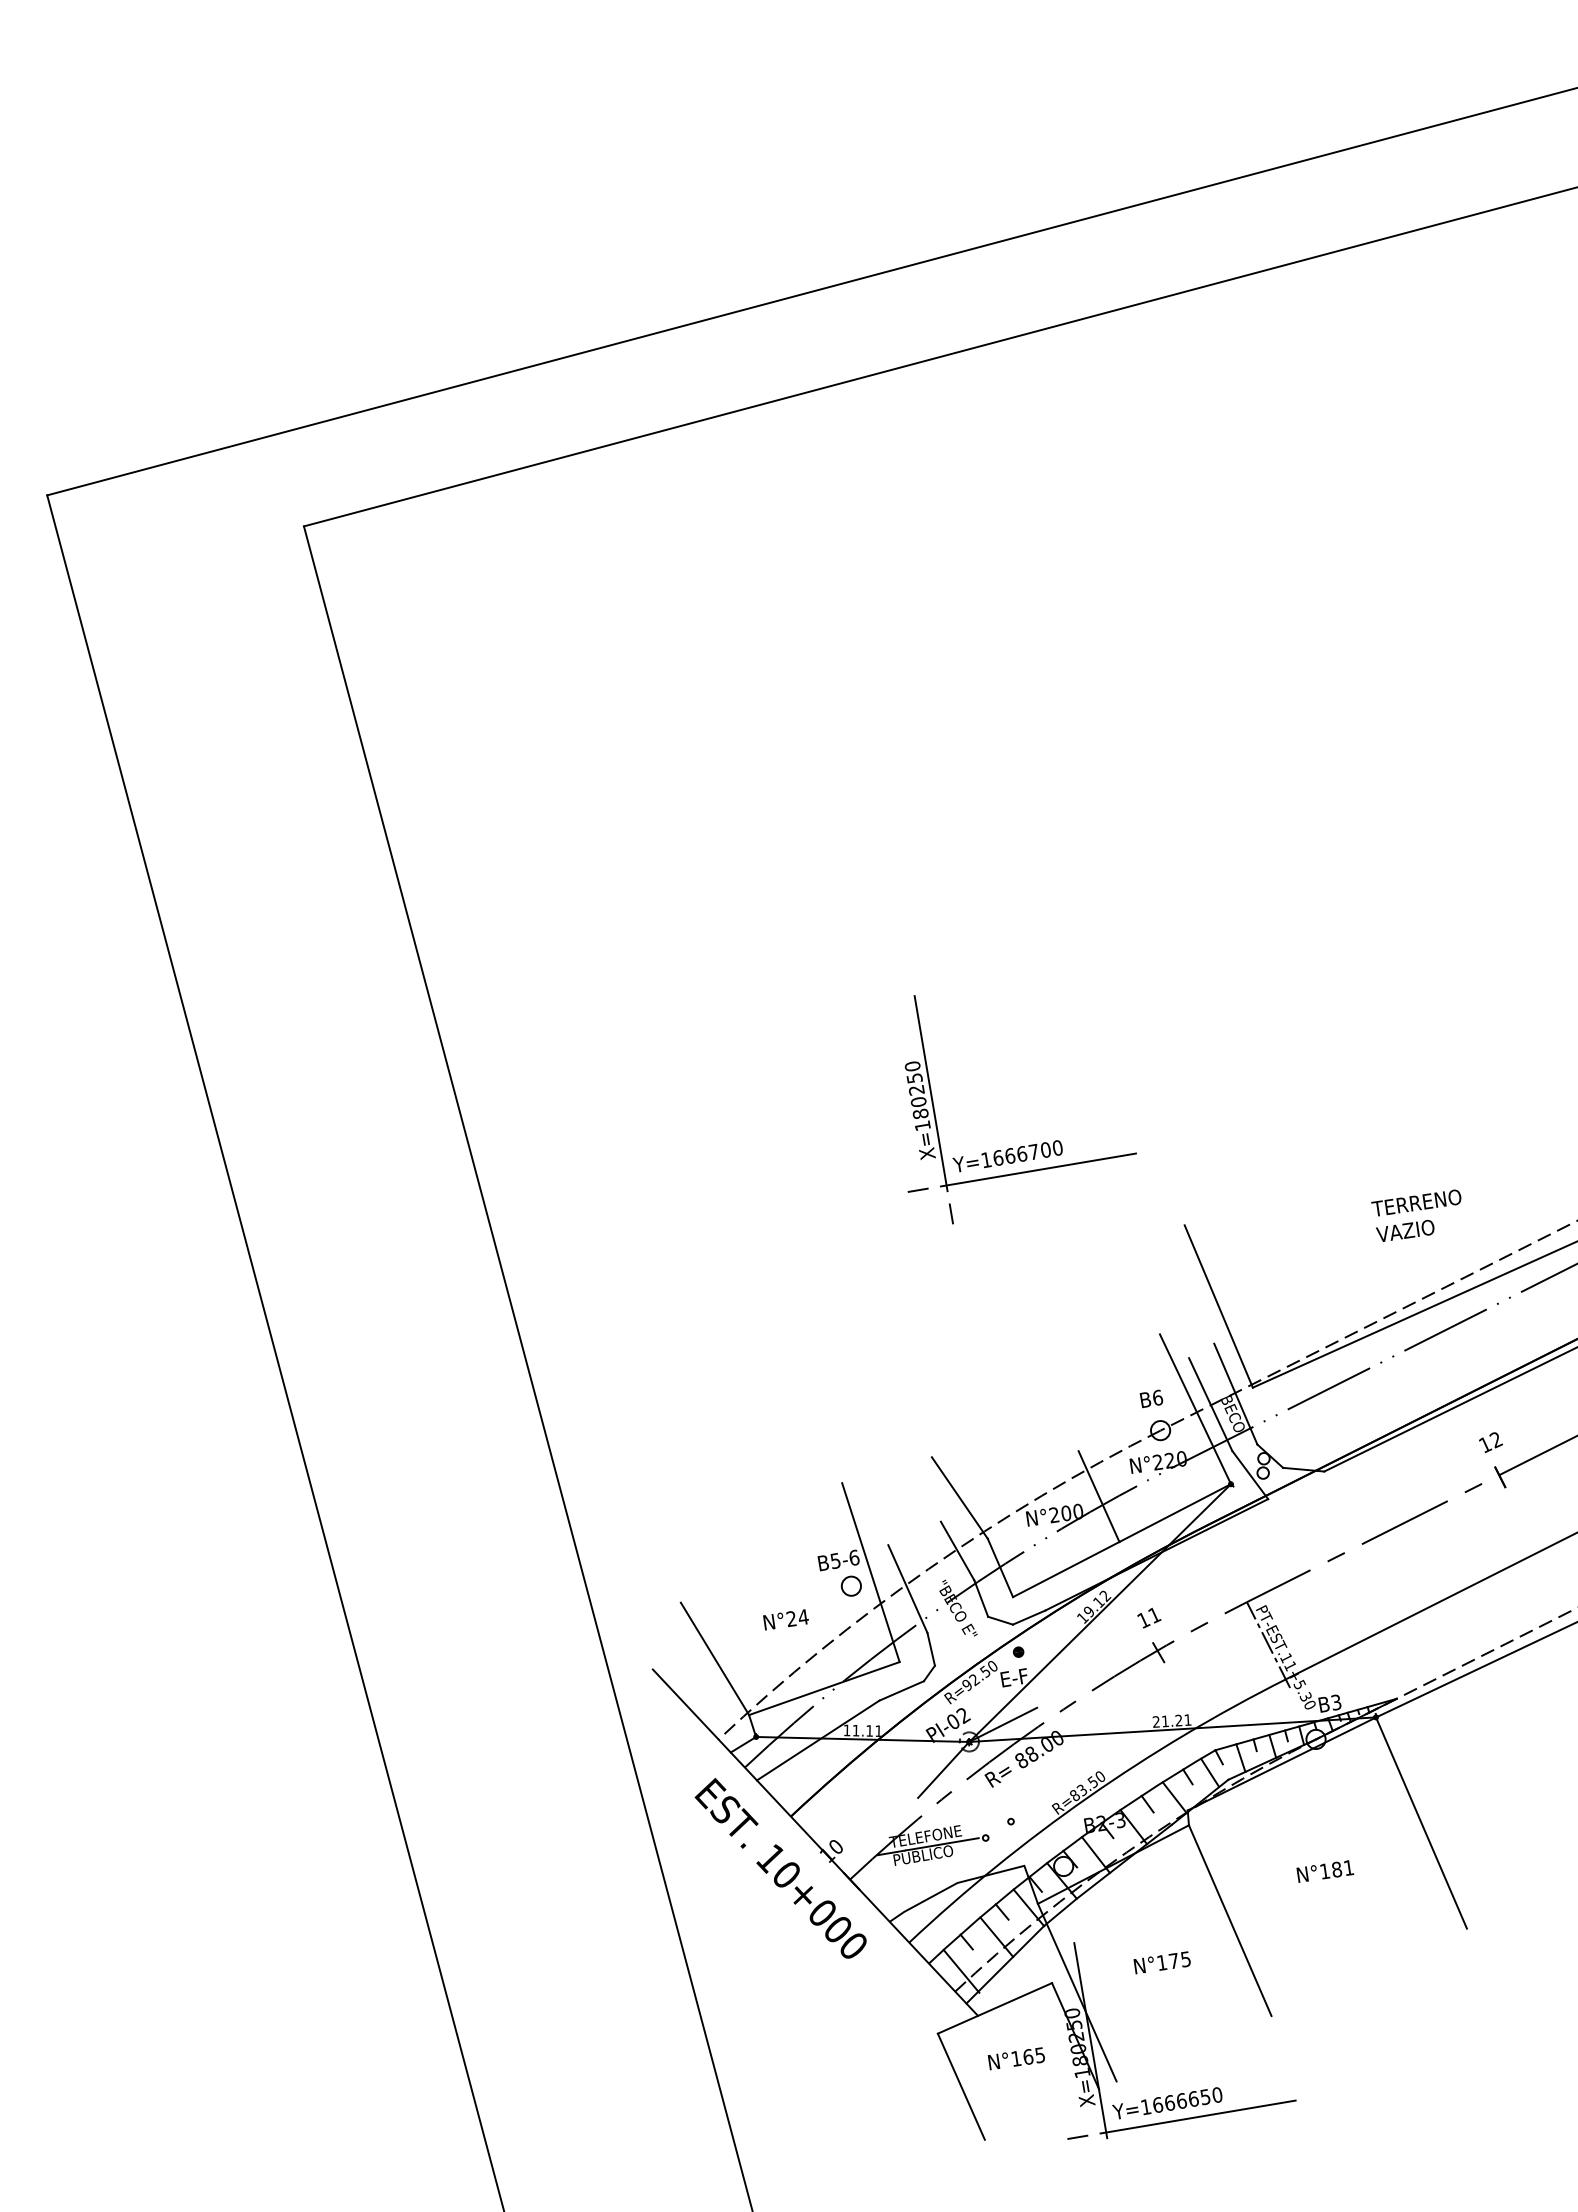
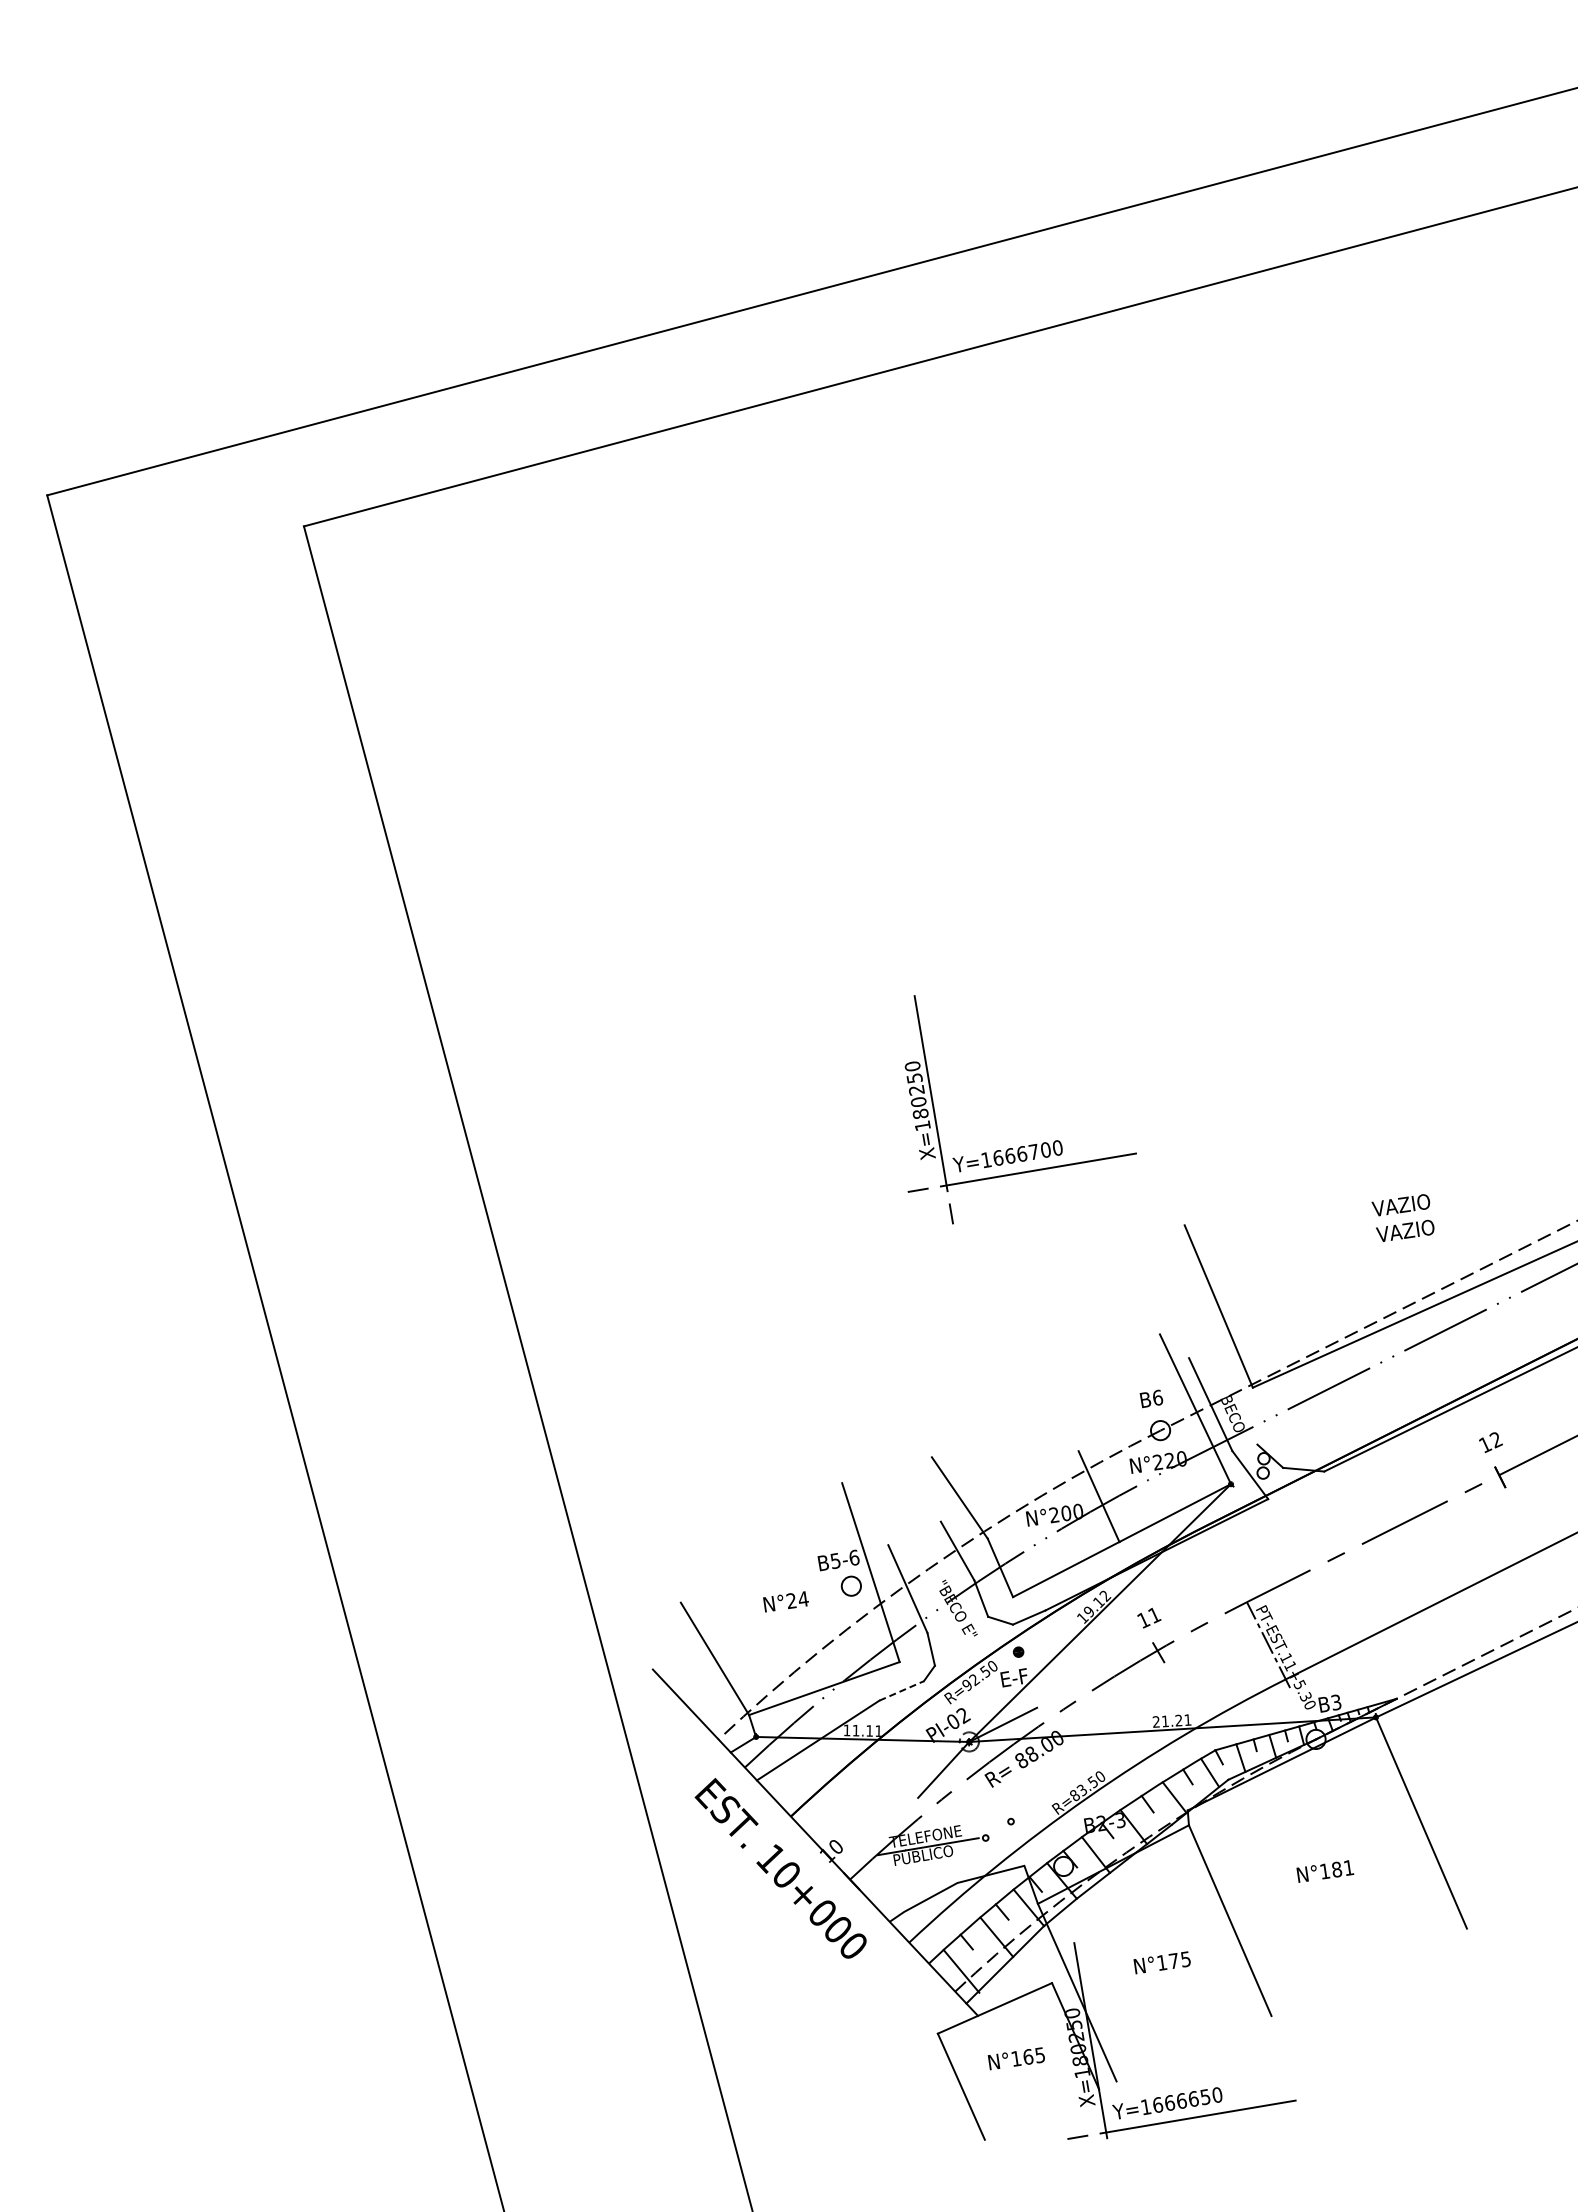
text at (1416, 1202): TERRENO -> VAZIO
line at (1235, 1393): present -> none
text at (785, 1619) position: (785, 1619) -> (785, 1601)
line at (902, 1690): solid -> dashed
